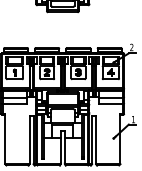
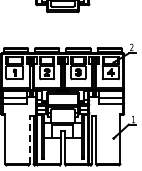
line at (29, 140): solid -> dashed
